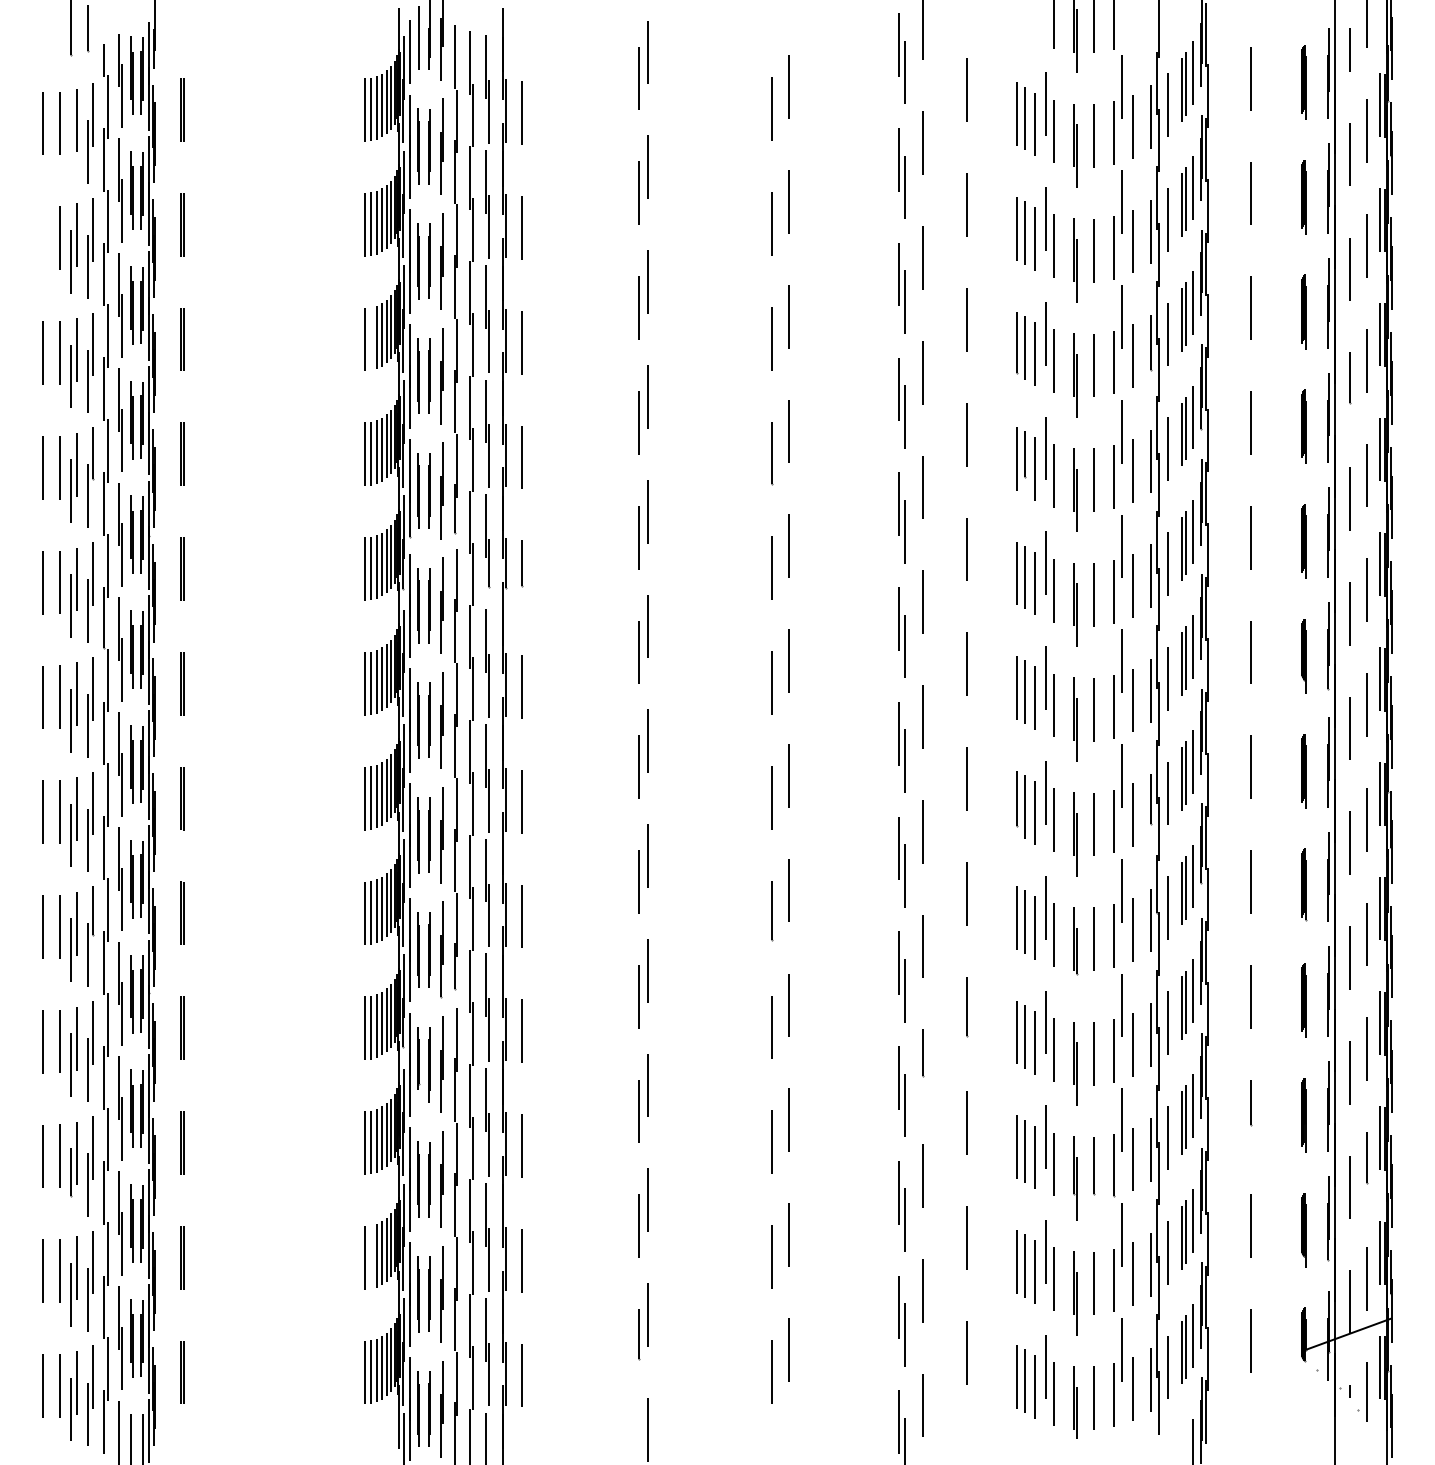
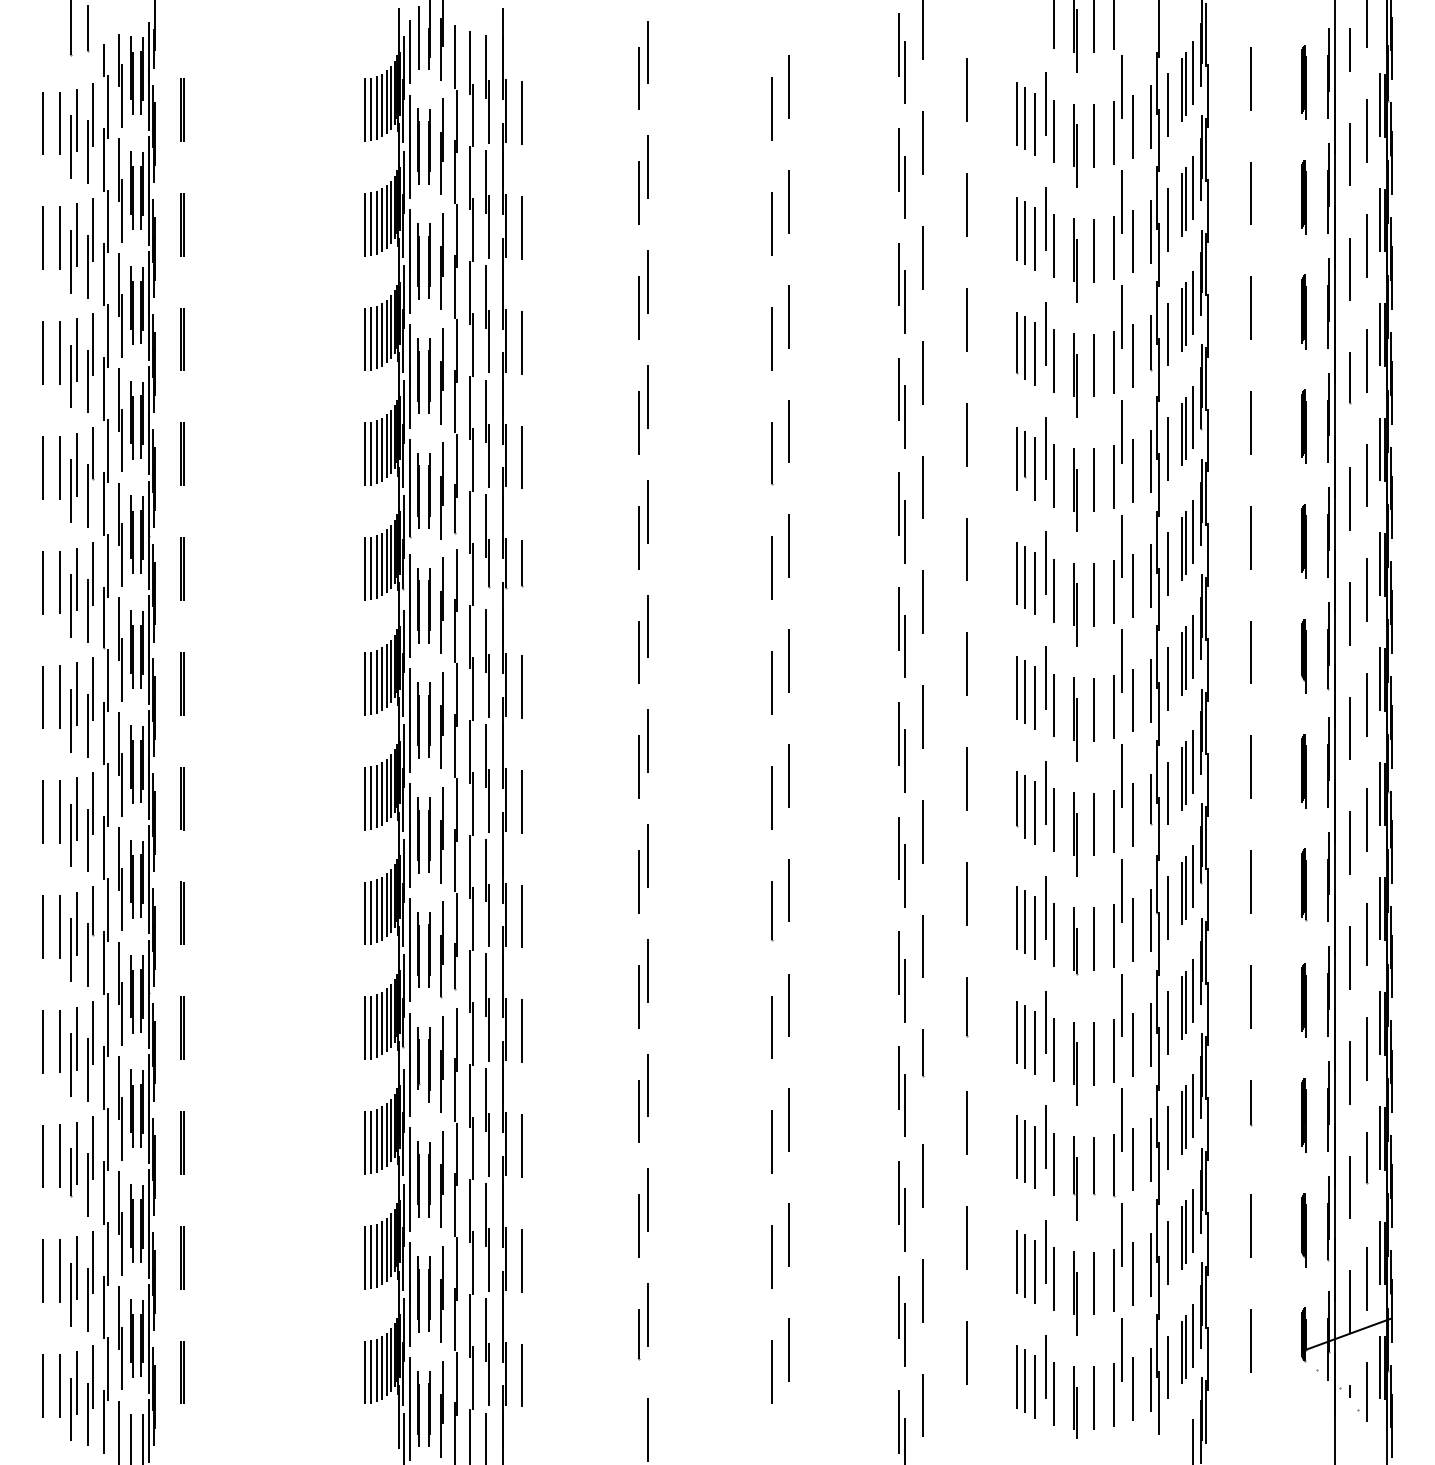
line at (71, 146): none -> present
line at (42, 237): none -> present
line at (370, 338): none -> present
line at (370, 1257): none -> present
